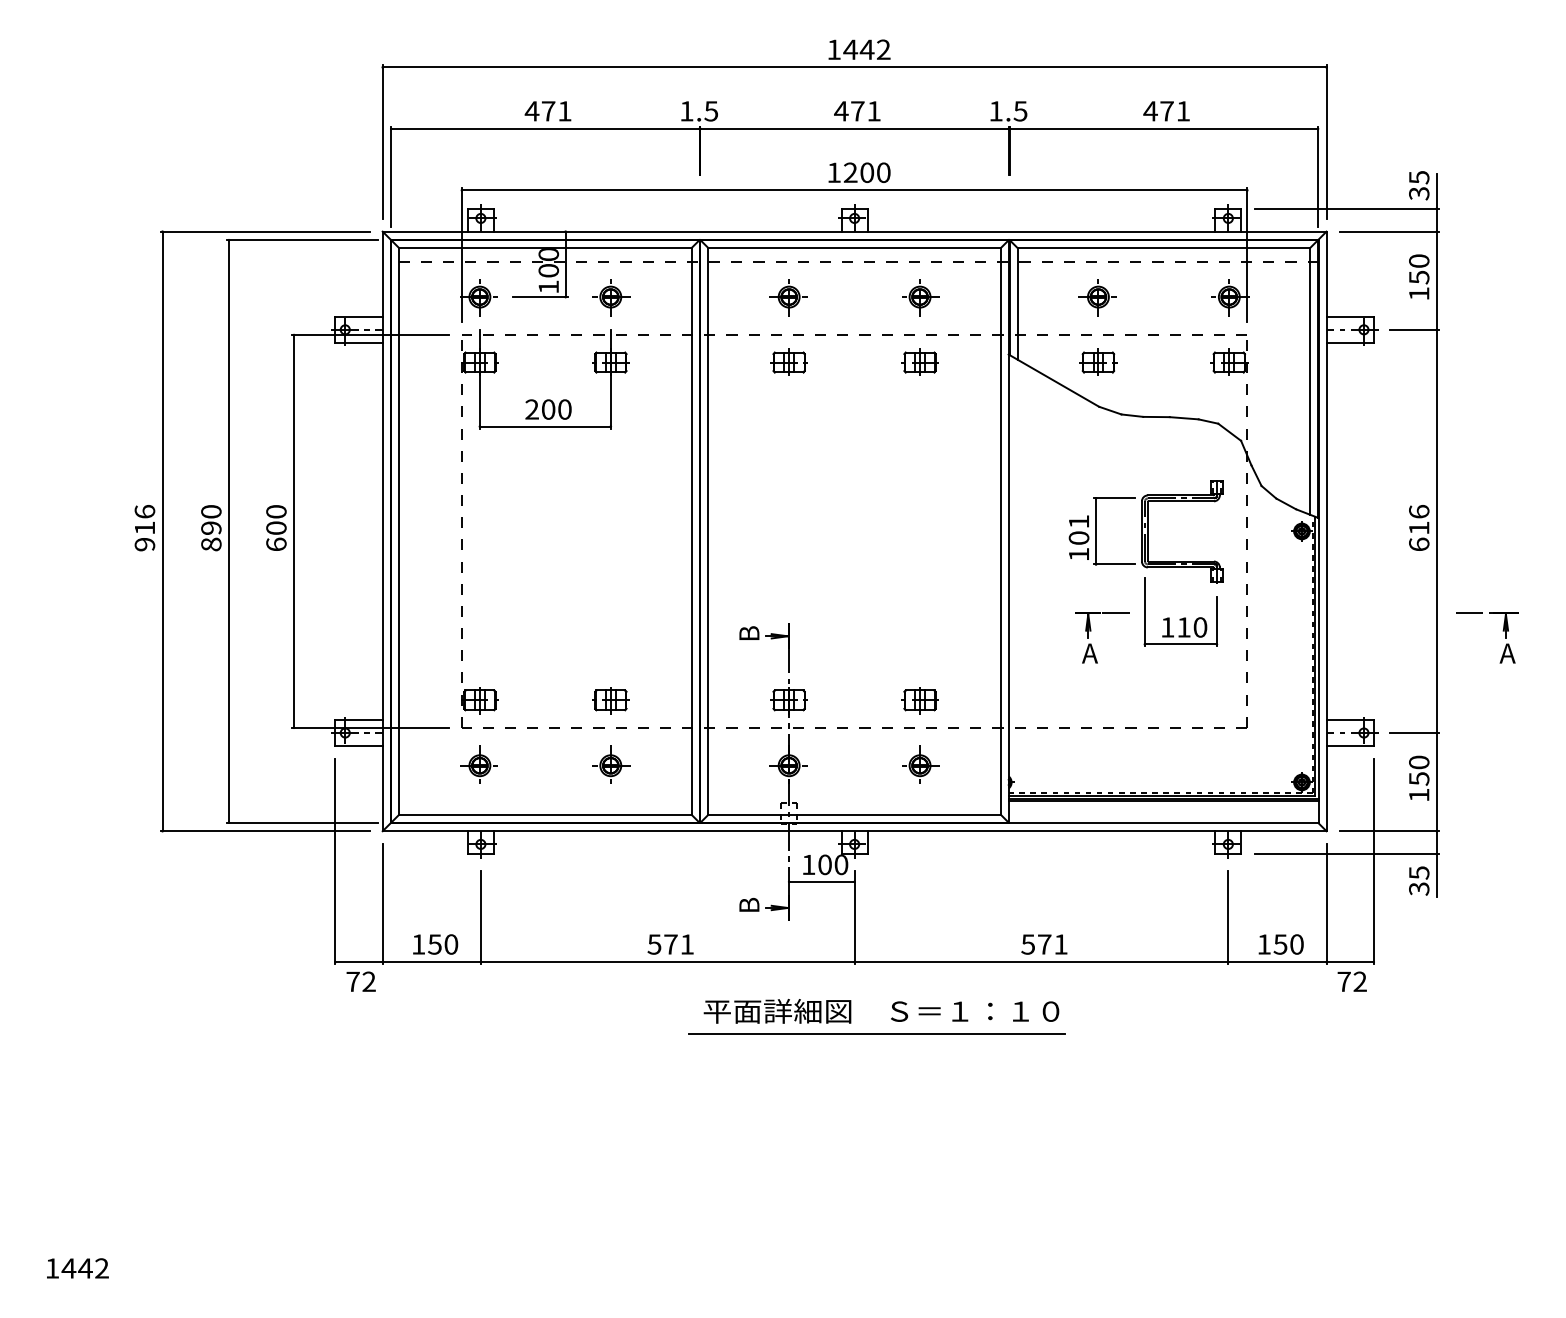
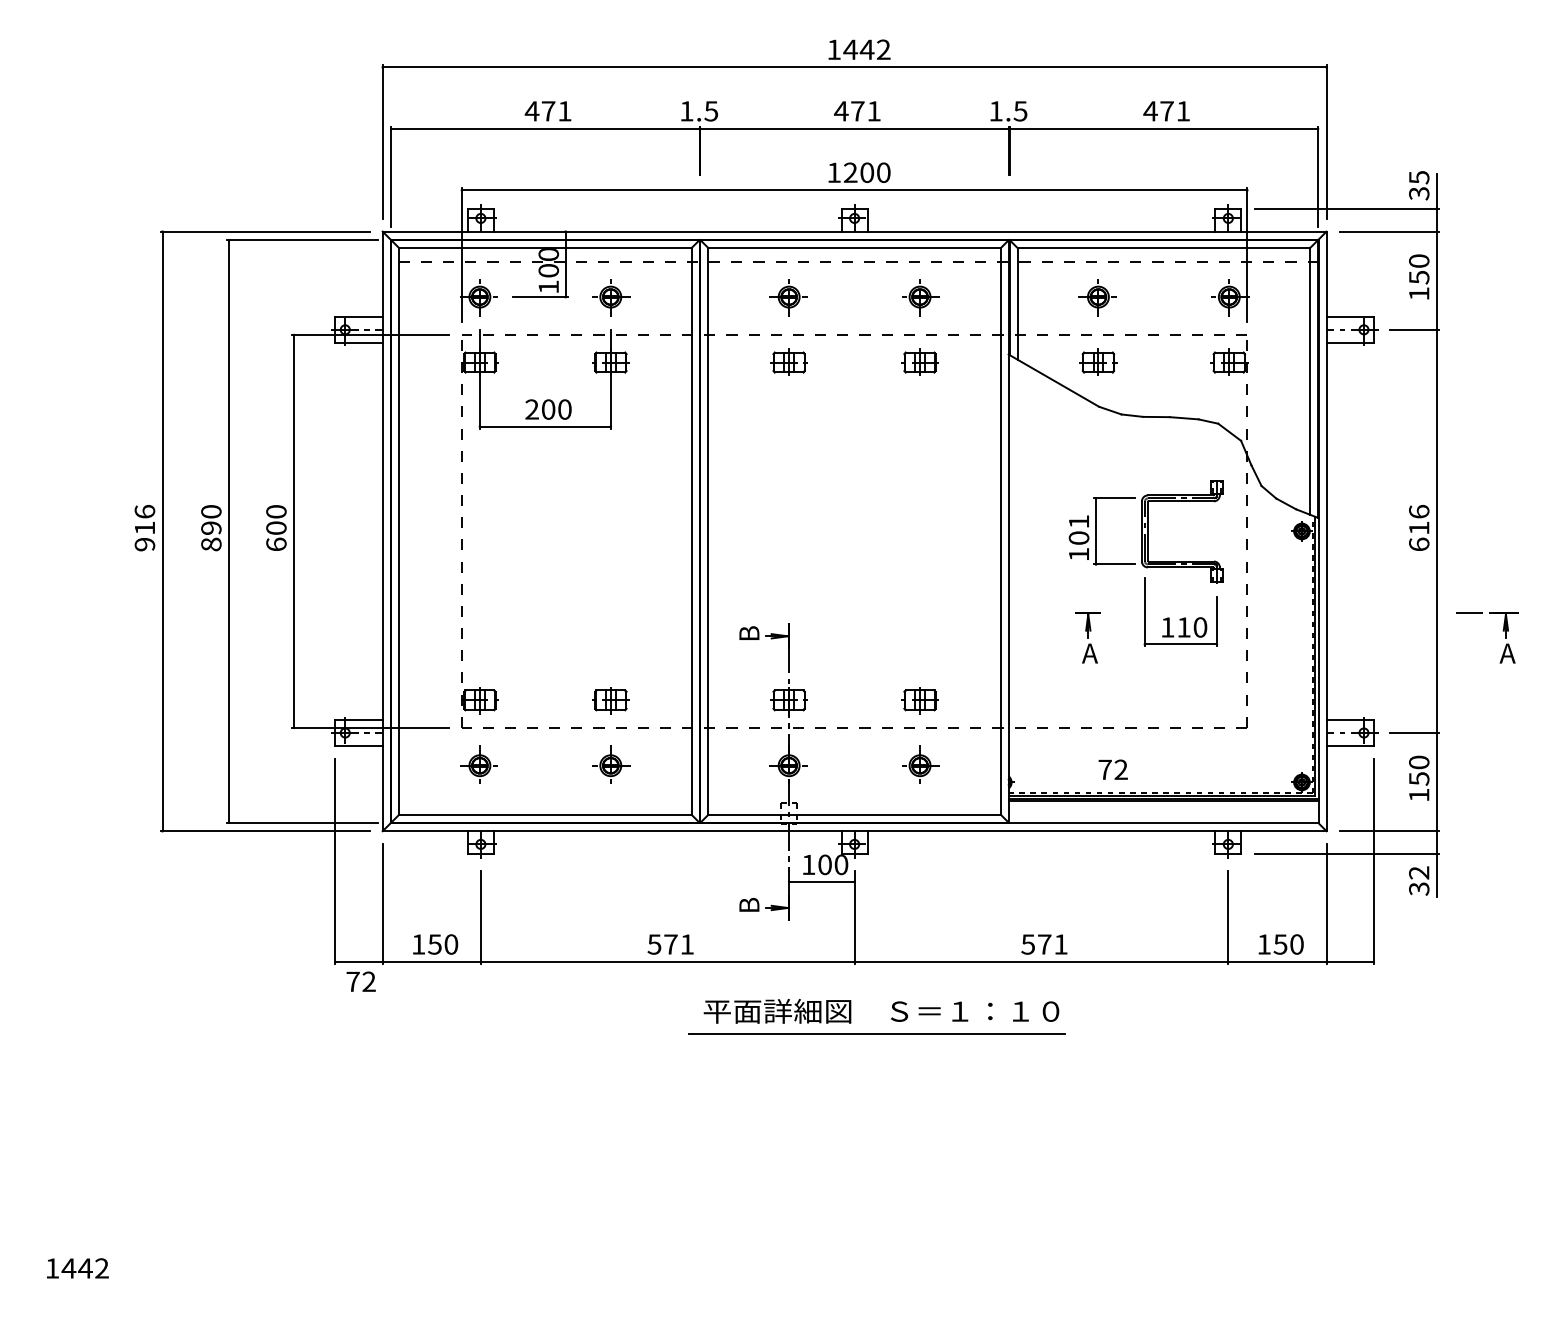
line at (1115, 613): present -> none
text at (1419, 872): 35 -> 32
text at (1351, 981) position: (1351, 981) -> (1112, 769)
